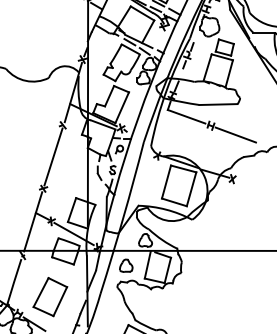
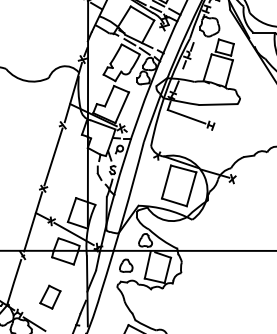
line at (235, 134): present -> none
part at (50, 297) size: 37x41 px -> 23x26 px
